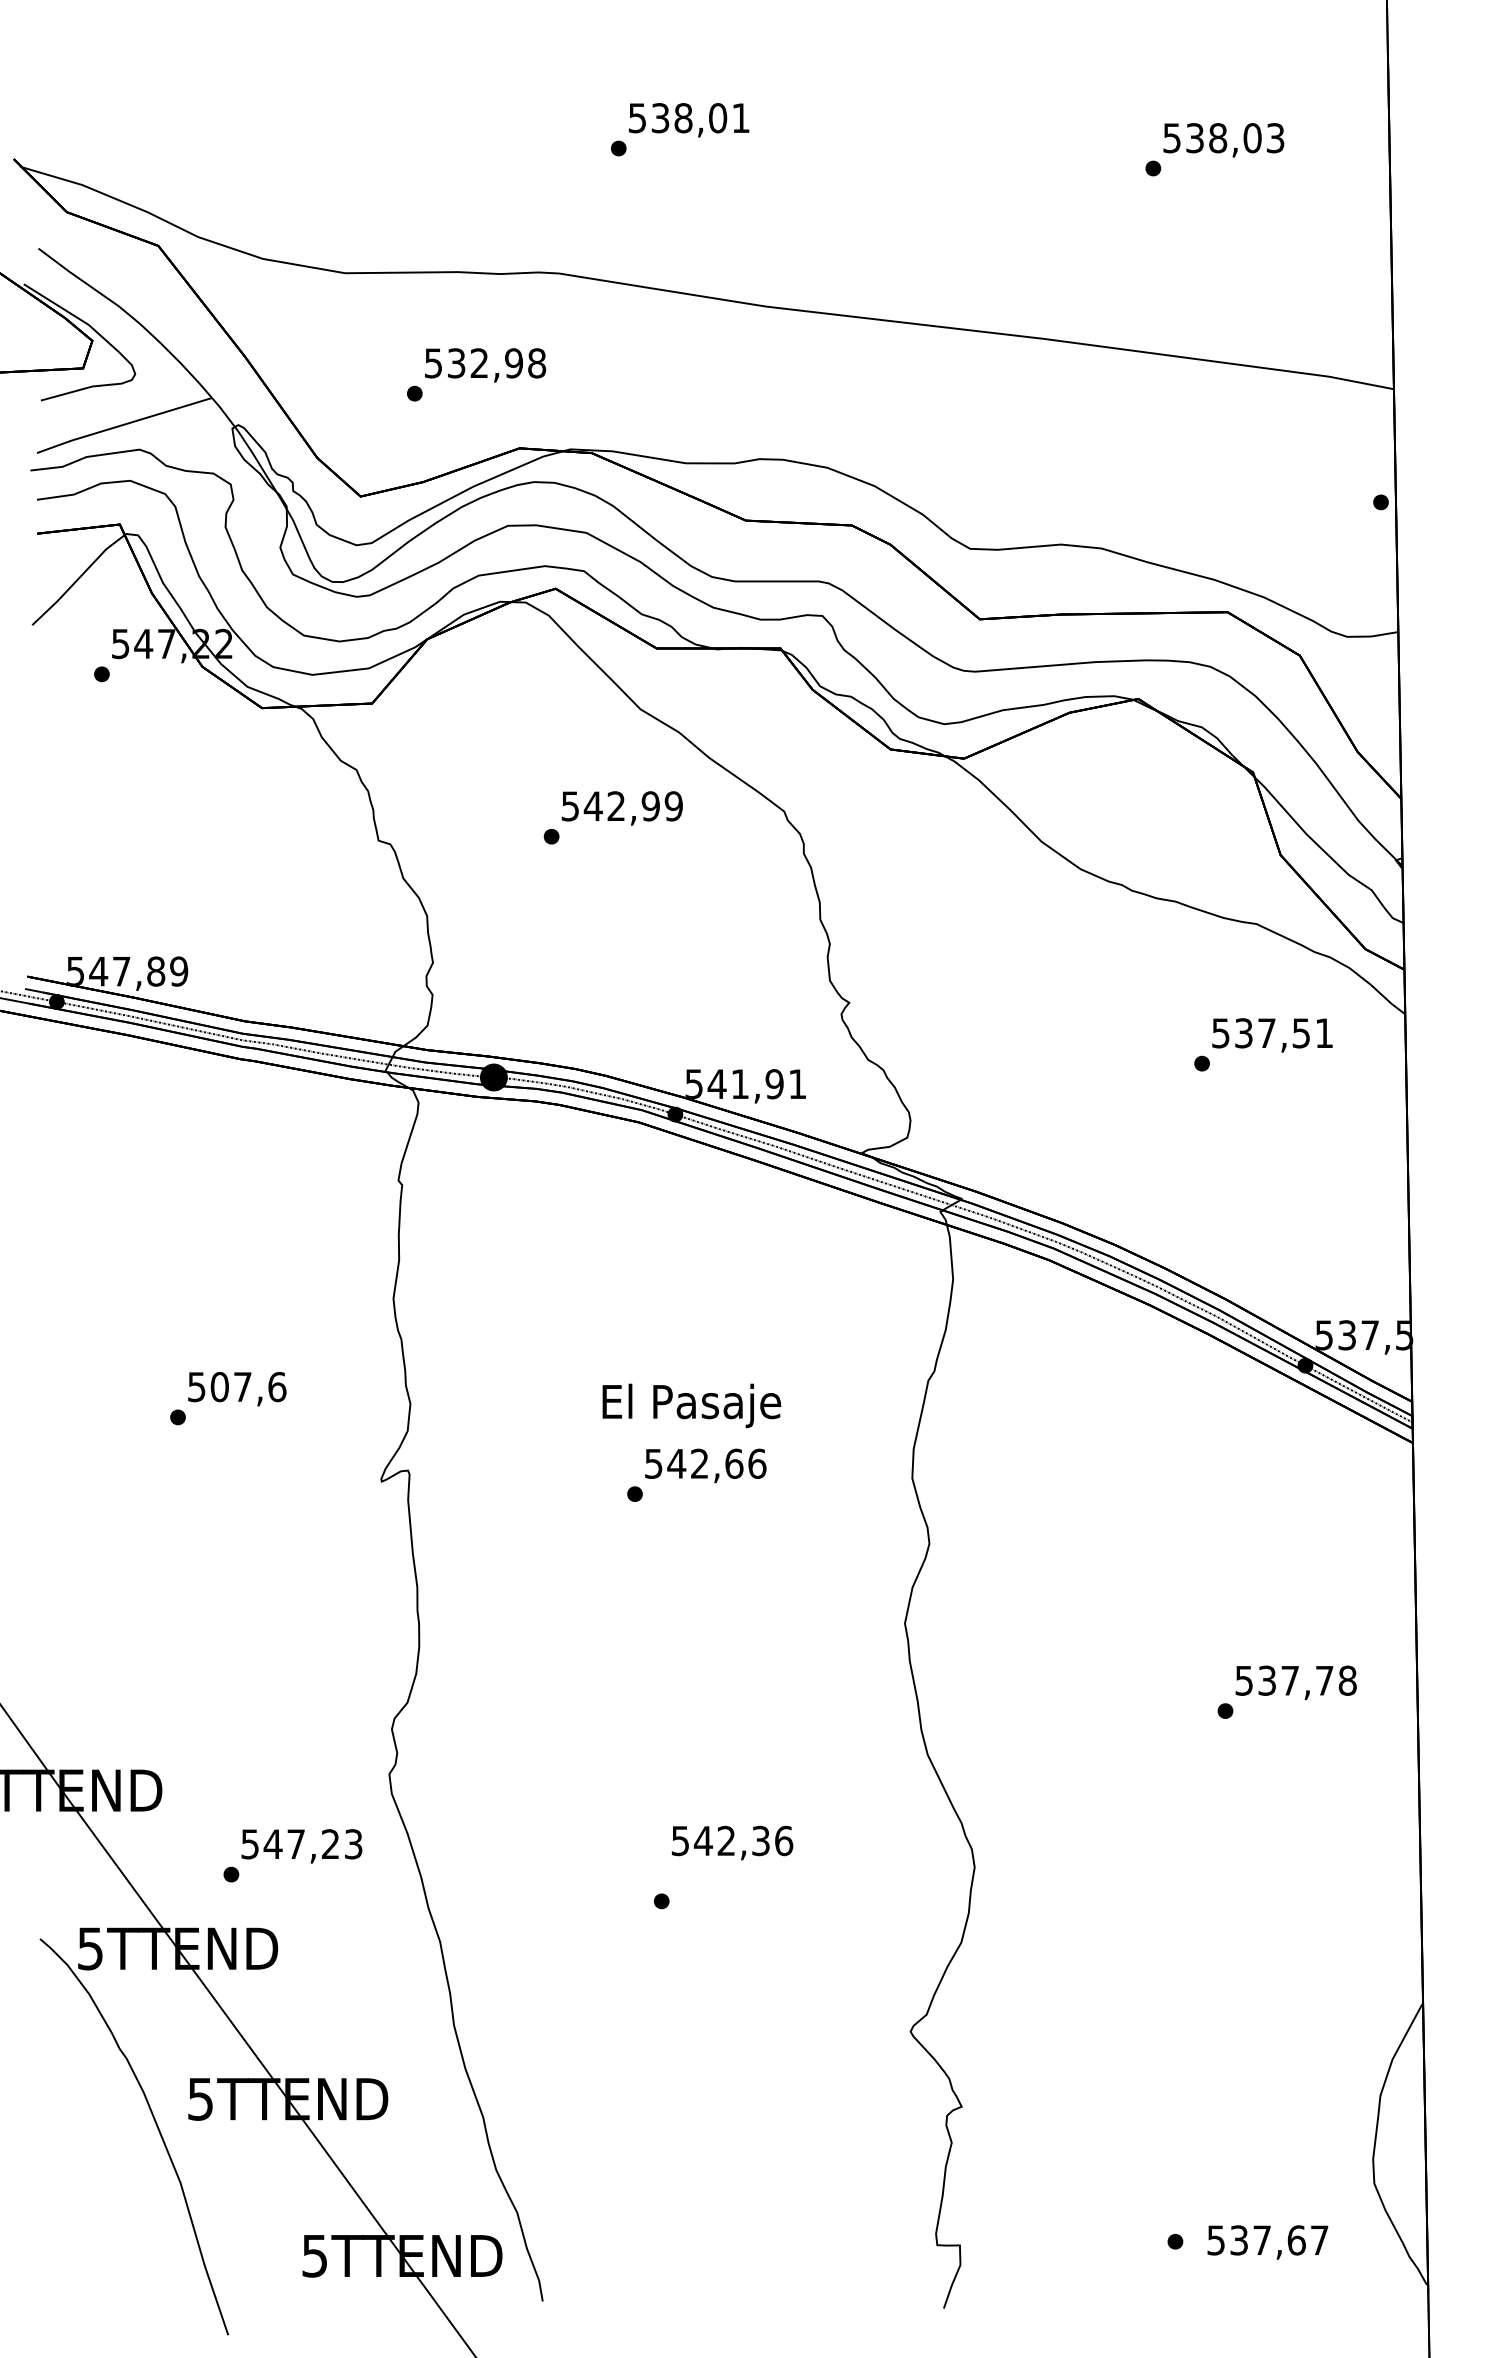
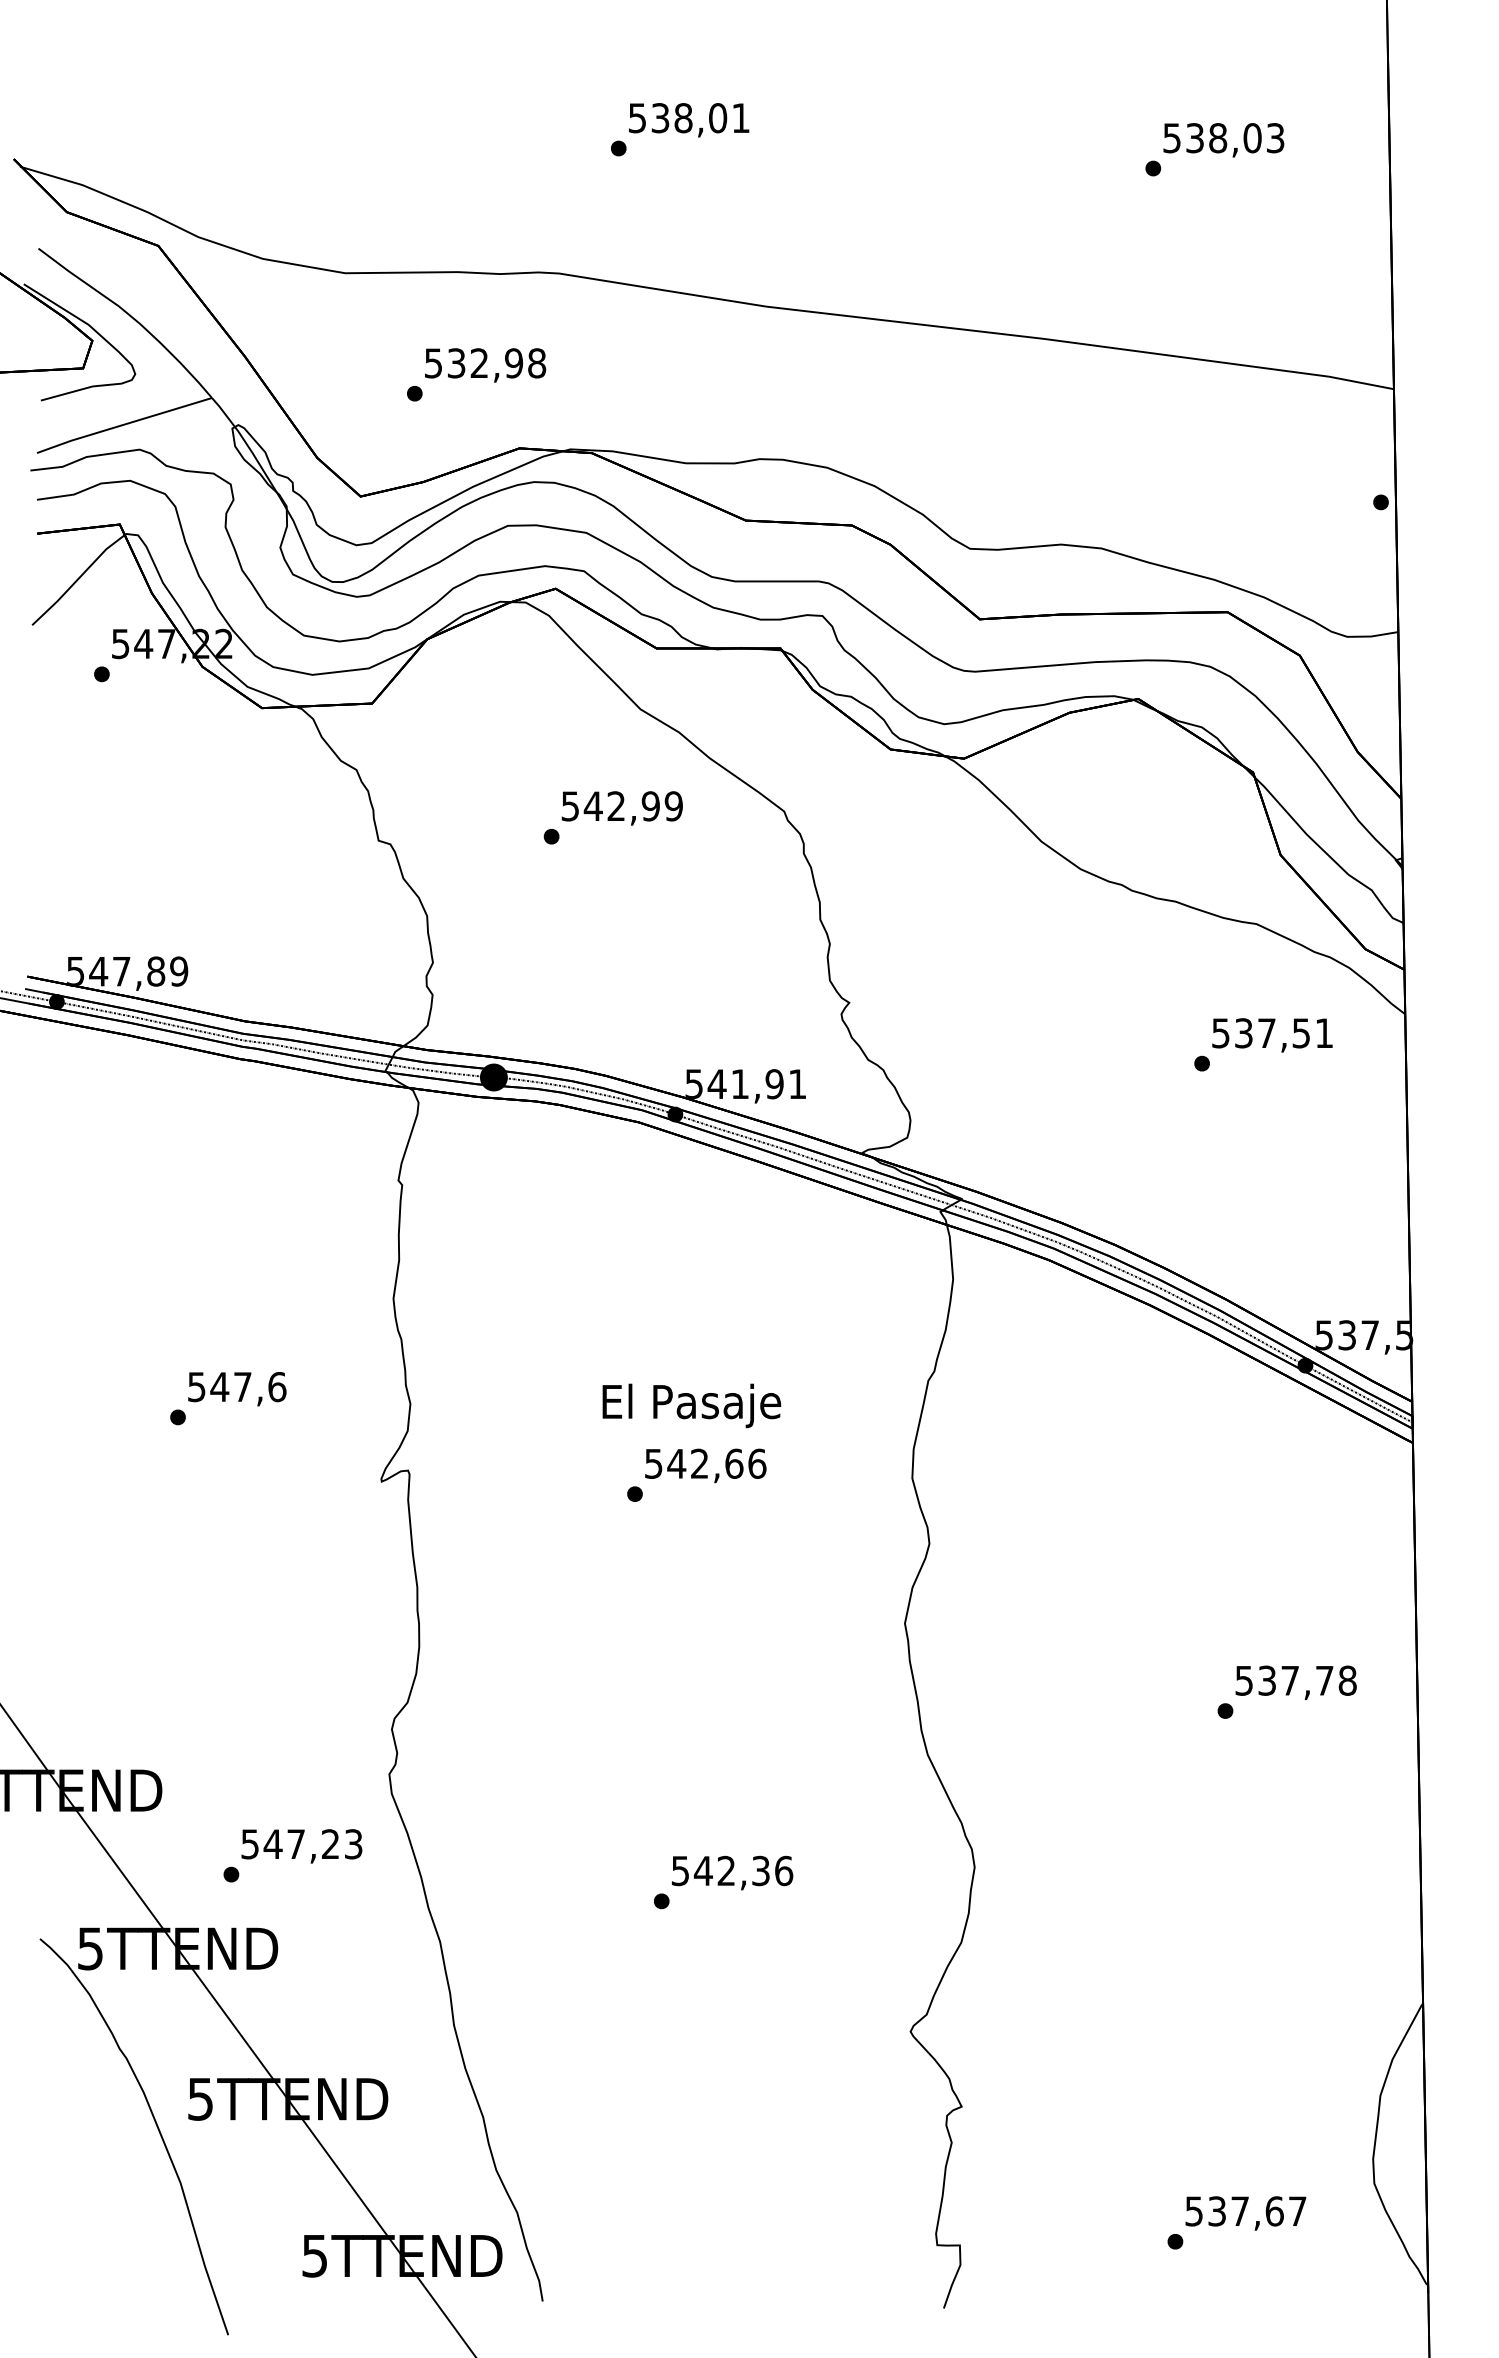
text at (219, 1387): 507,6 -> 547,6
text at (732, 1842) position: (732, 1842) -> (732, 1872)
text at (1267, 2242) position: (1267, 2242) -> (1245, 2213)
